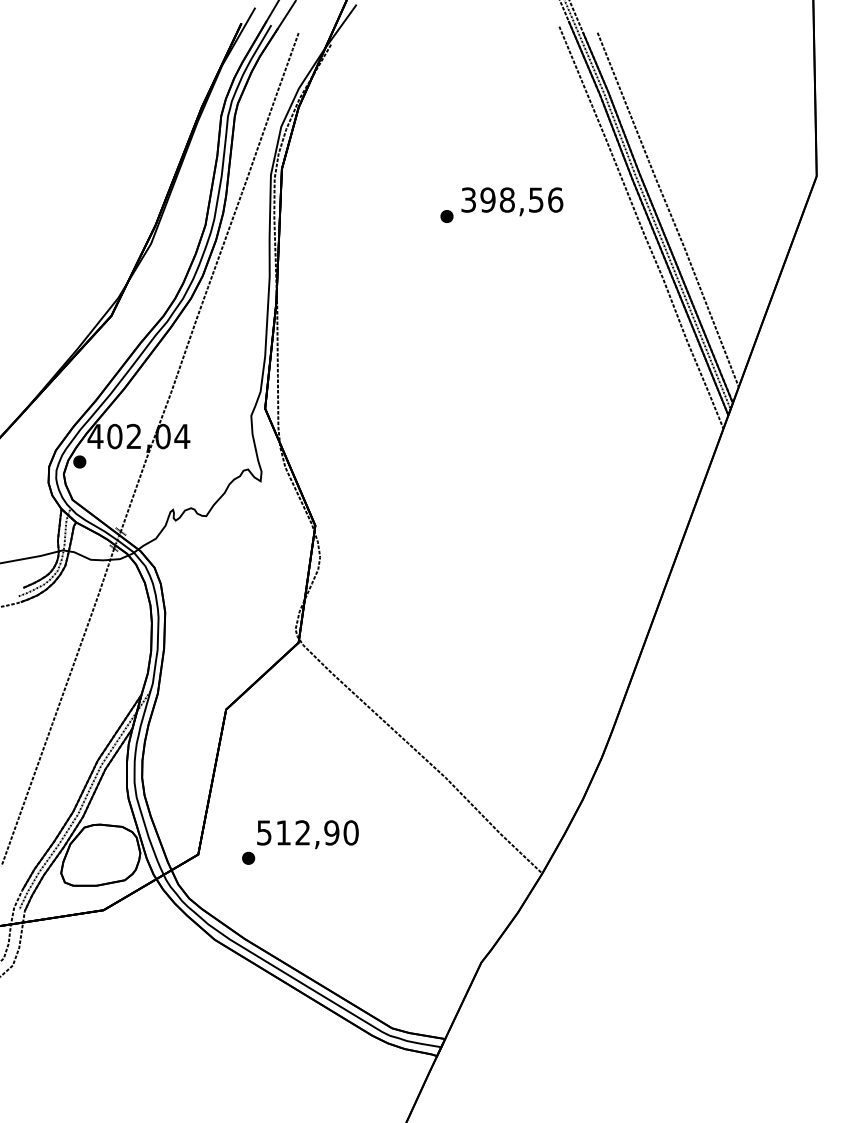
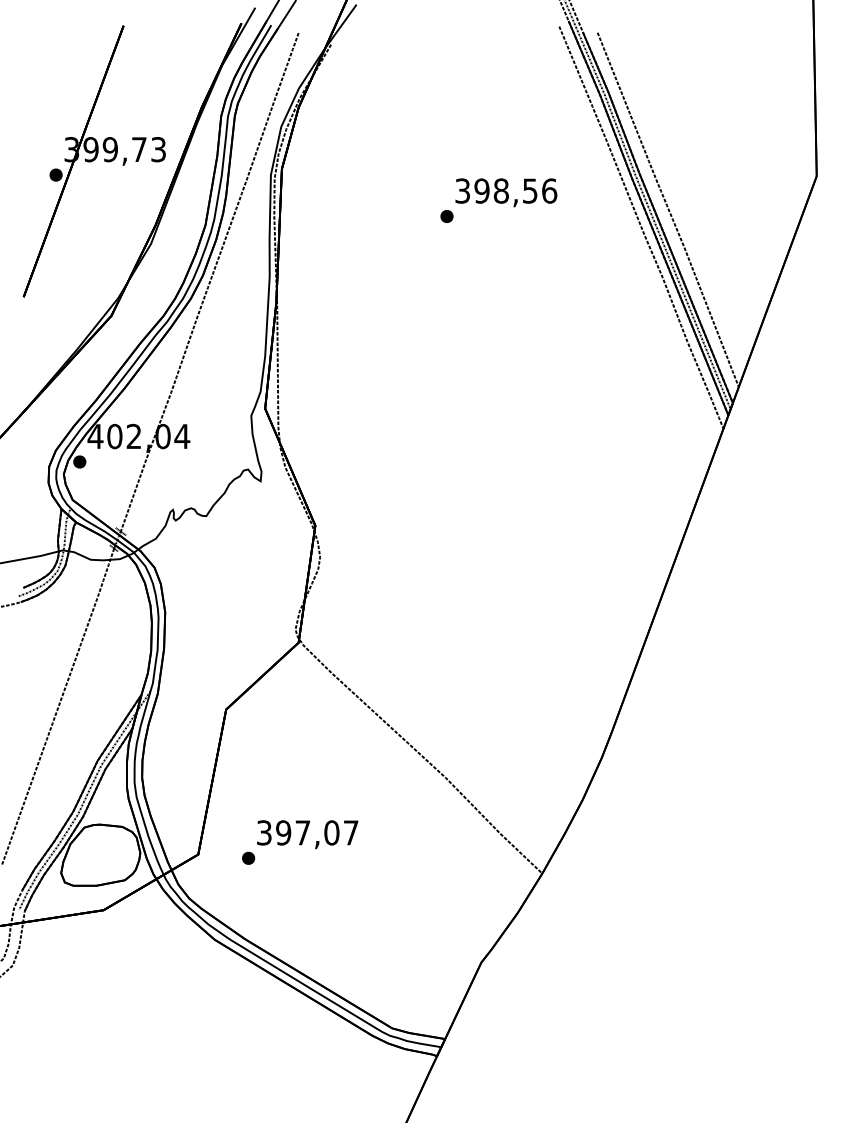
part at (93, 161): none -> present
text at (512, 201) position: (512, 201) -> (506, 192)
text at (307, 832): 512,90 -> 397,07
